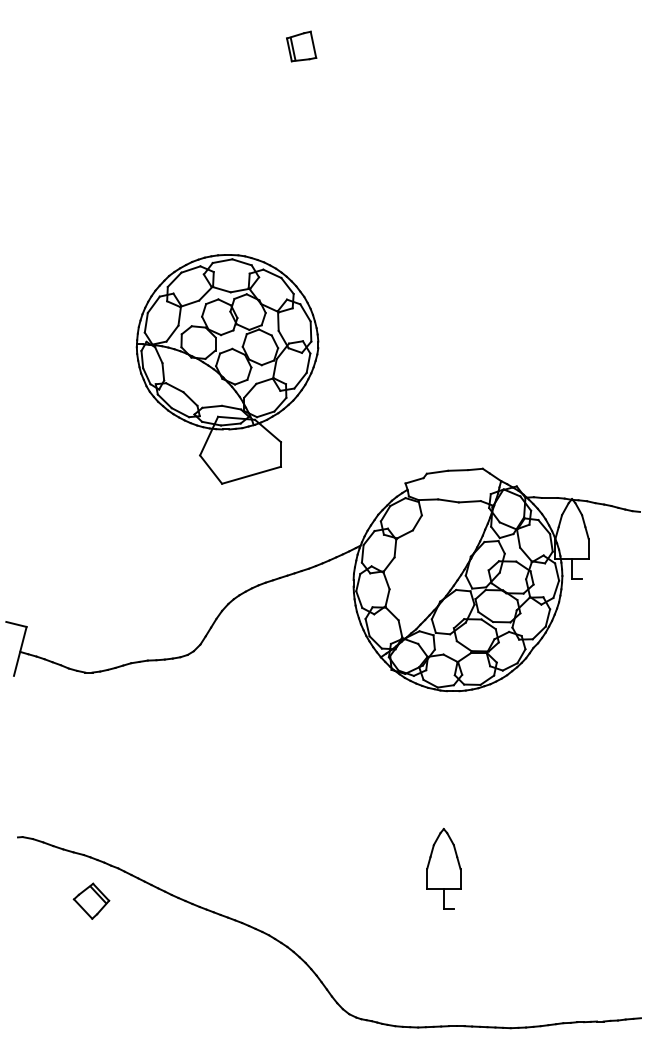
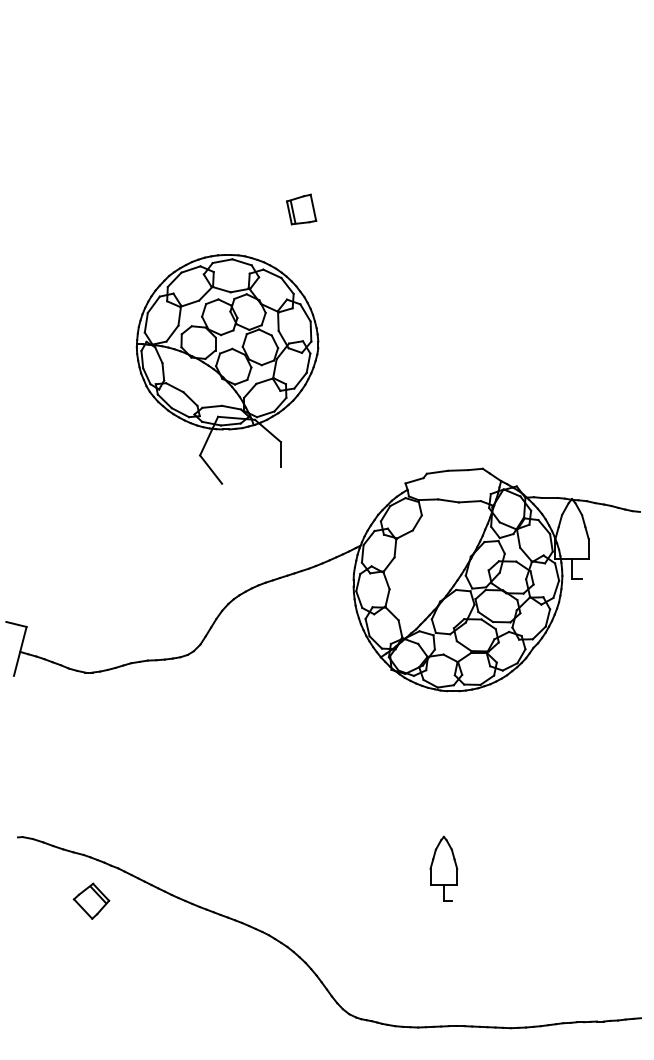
part at (301, 46) position: (301, 46) -> (301, 209)
line at (251, 474): present -> none
part at (443, 868) size: 36x83 px -> 30x67 px
